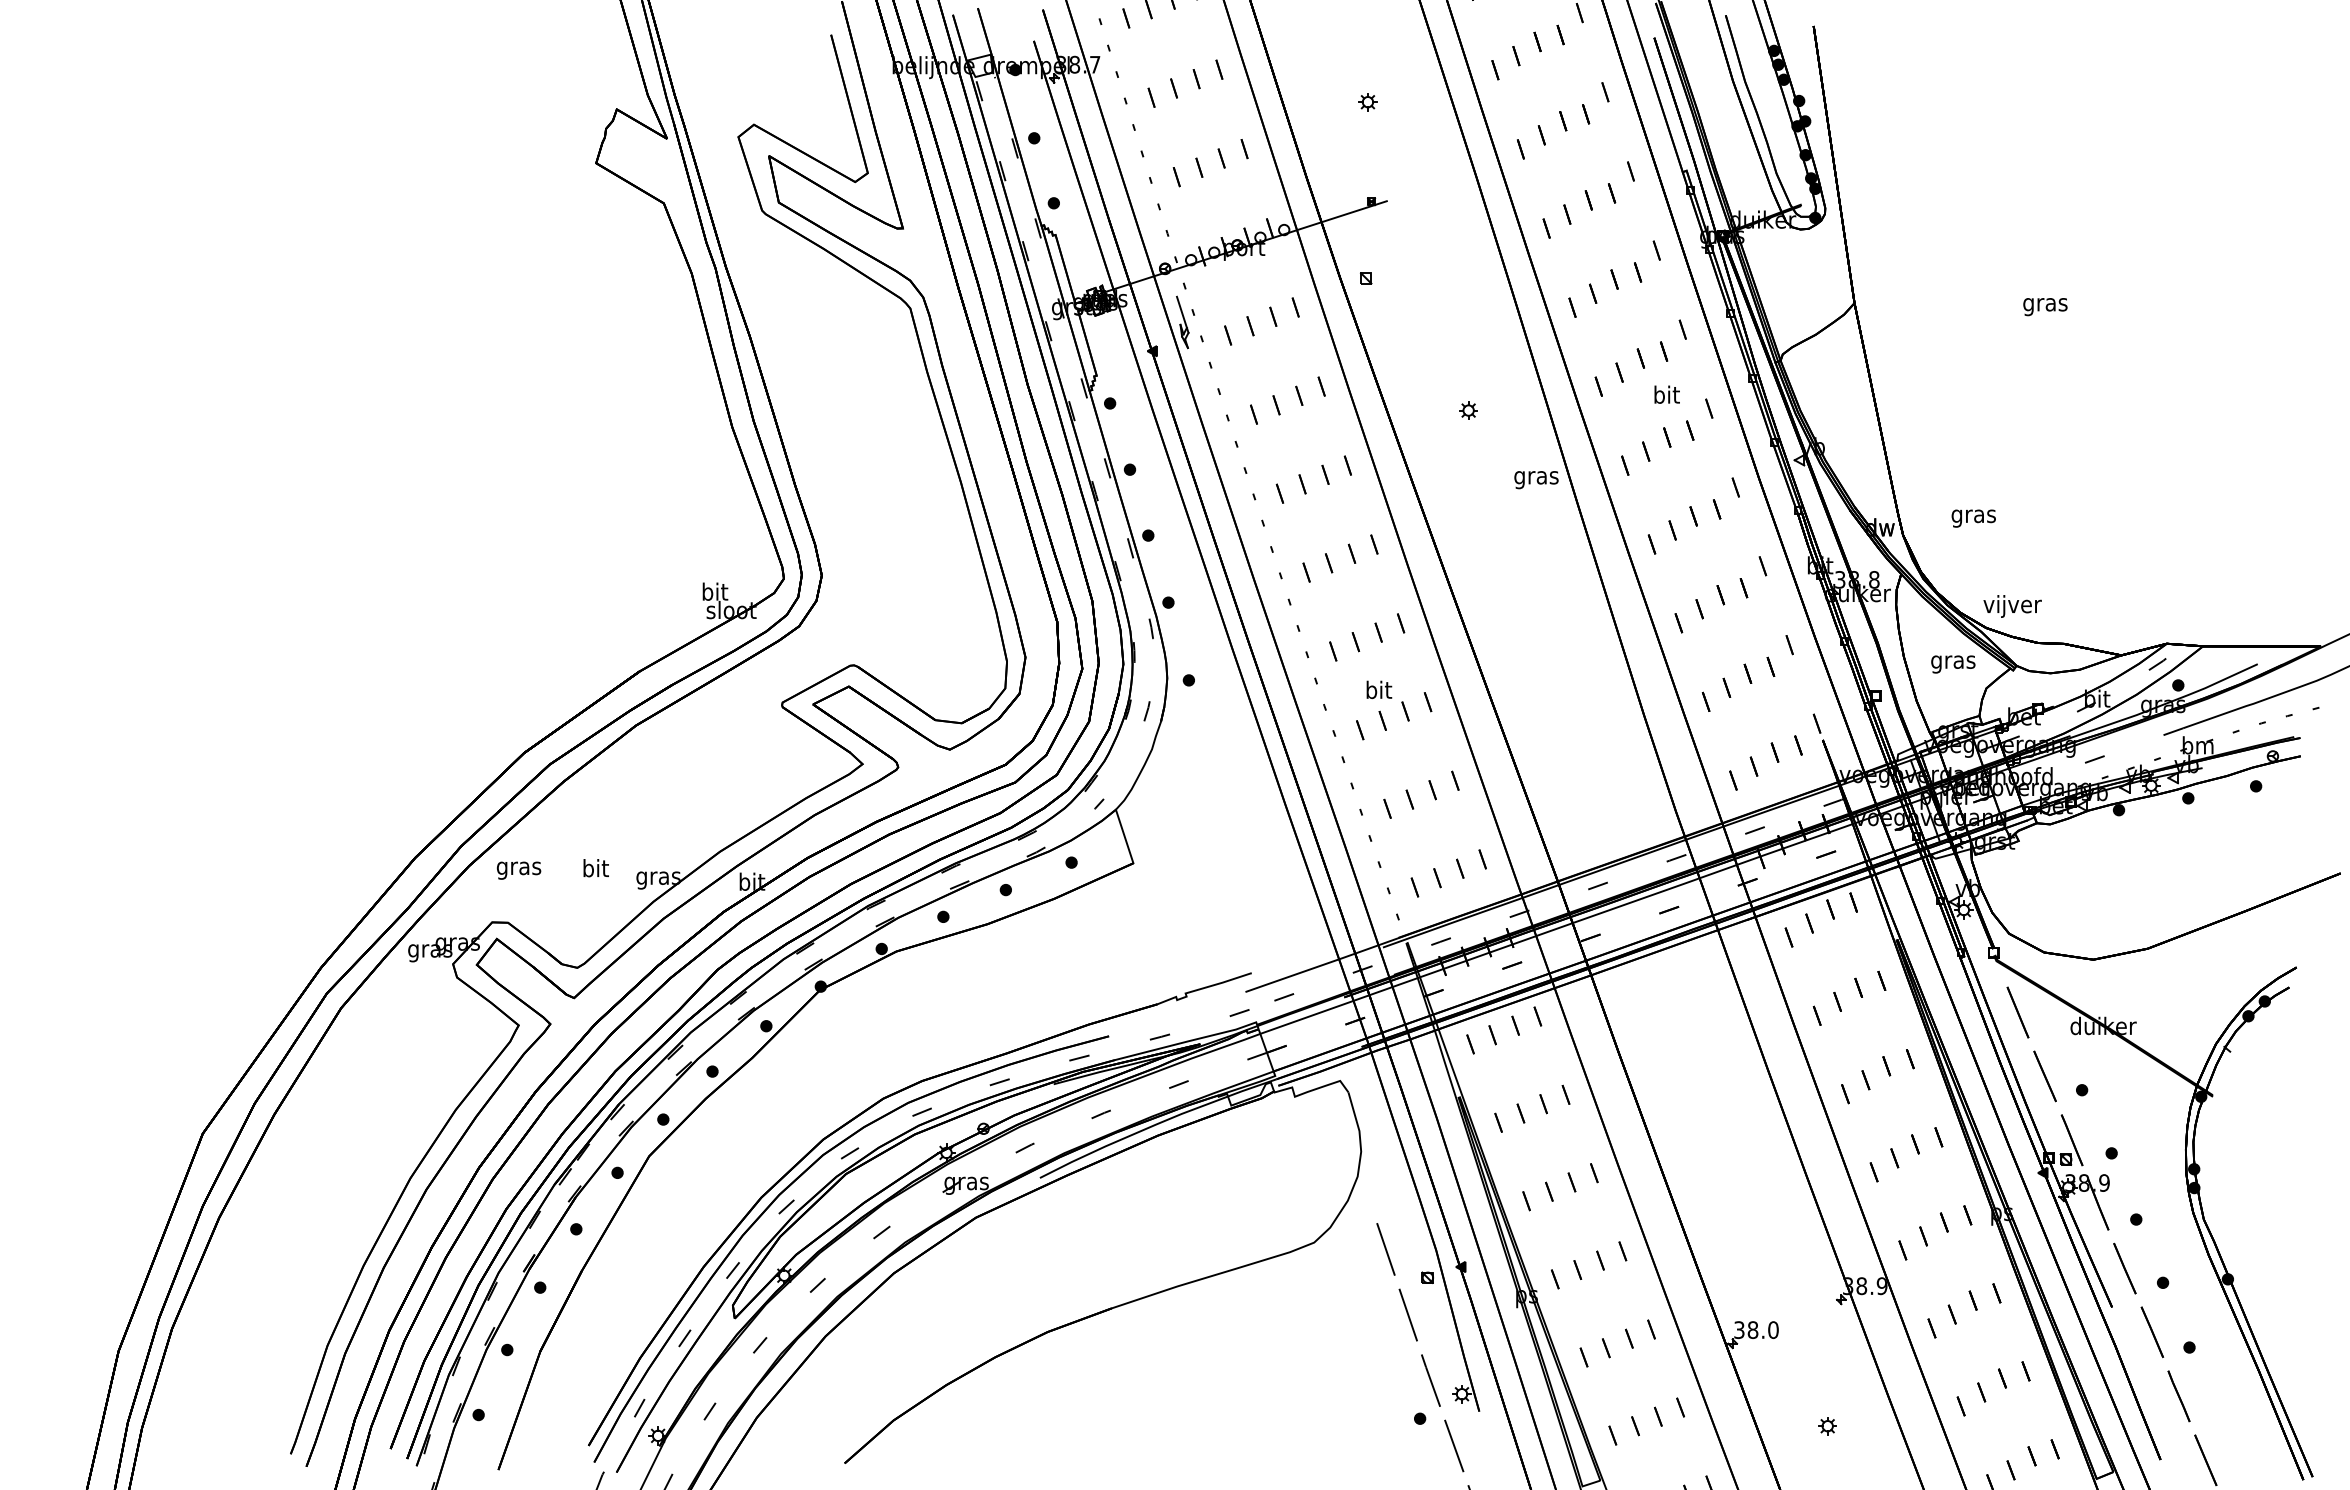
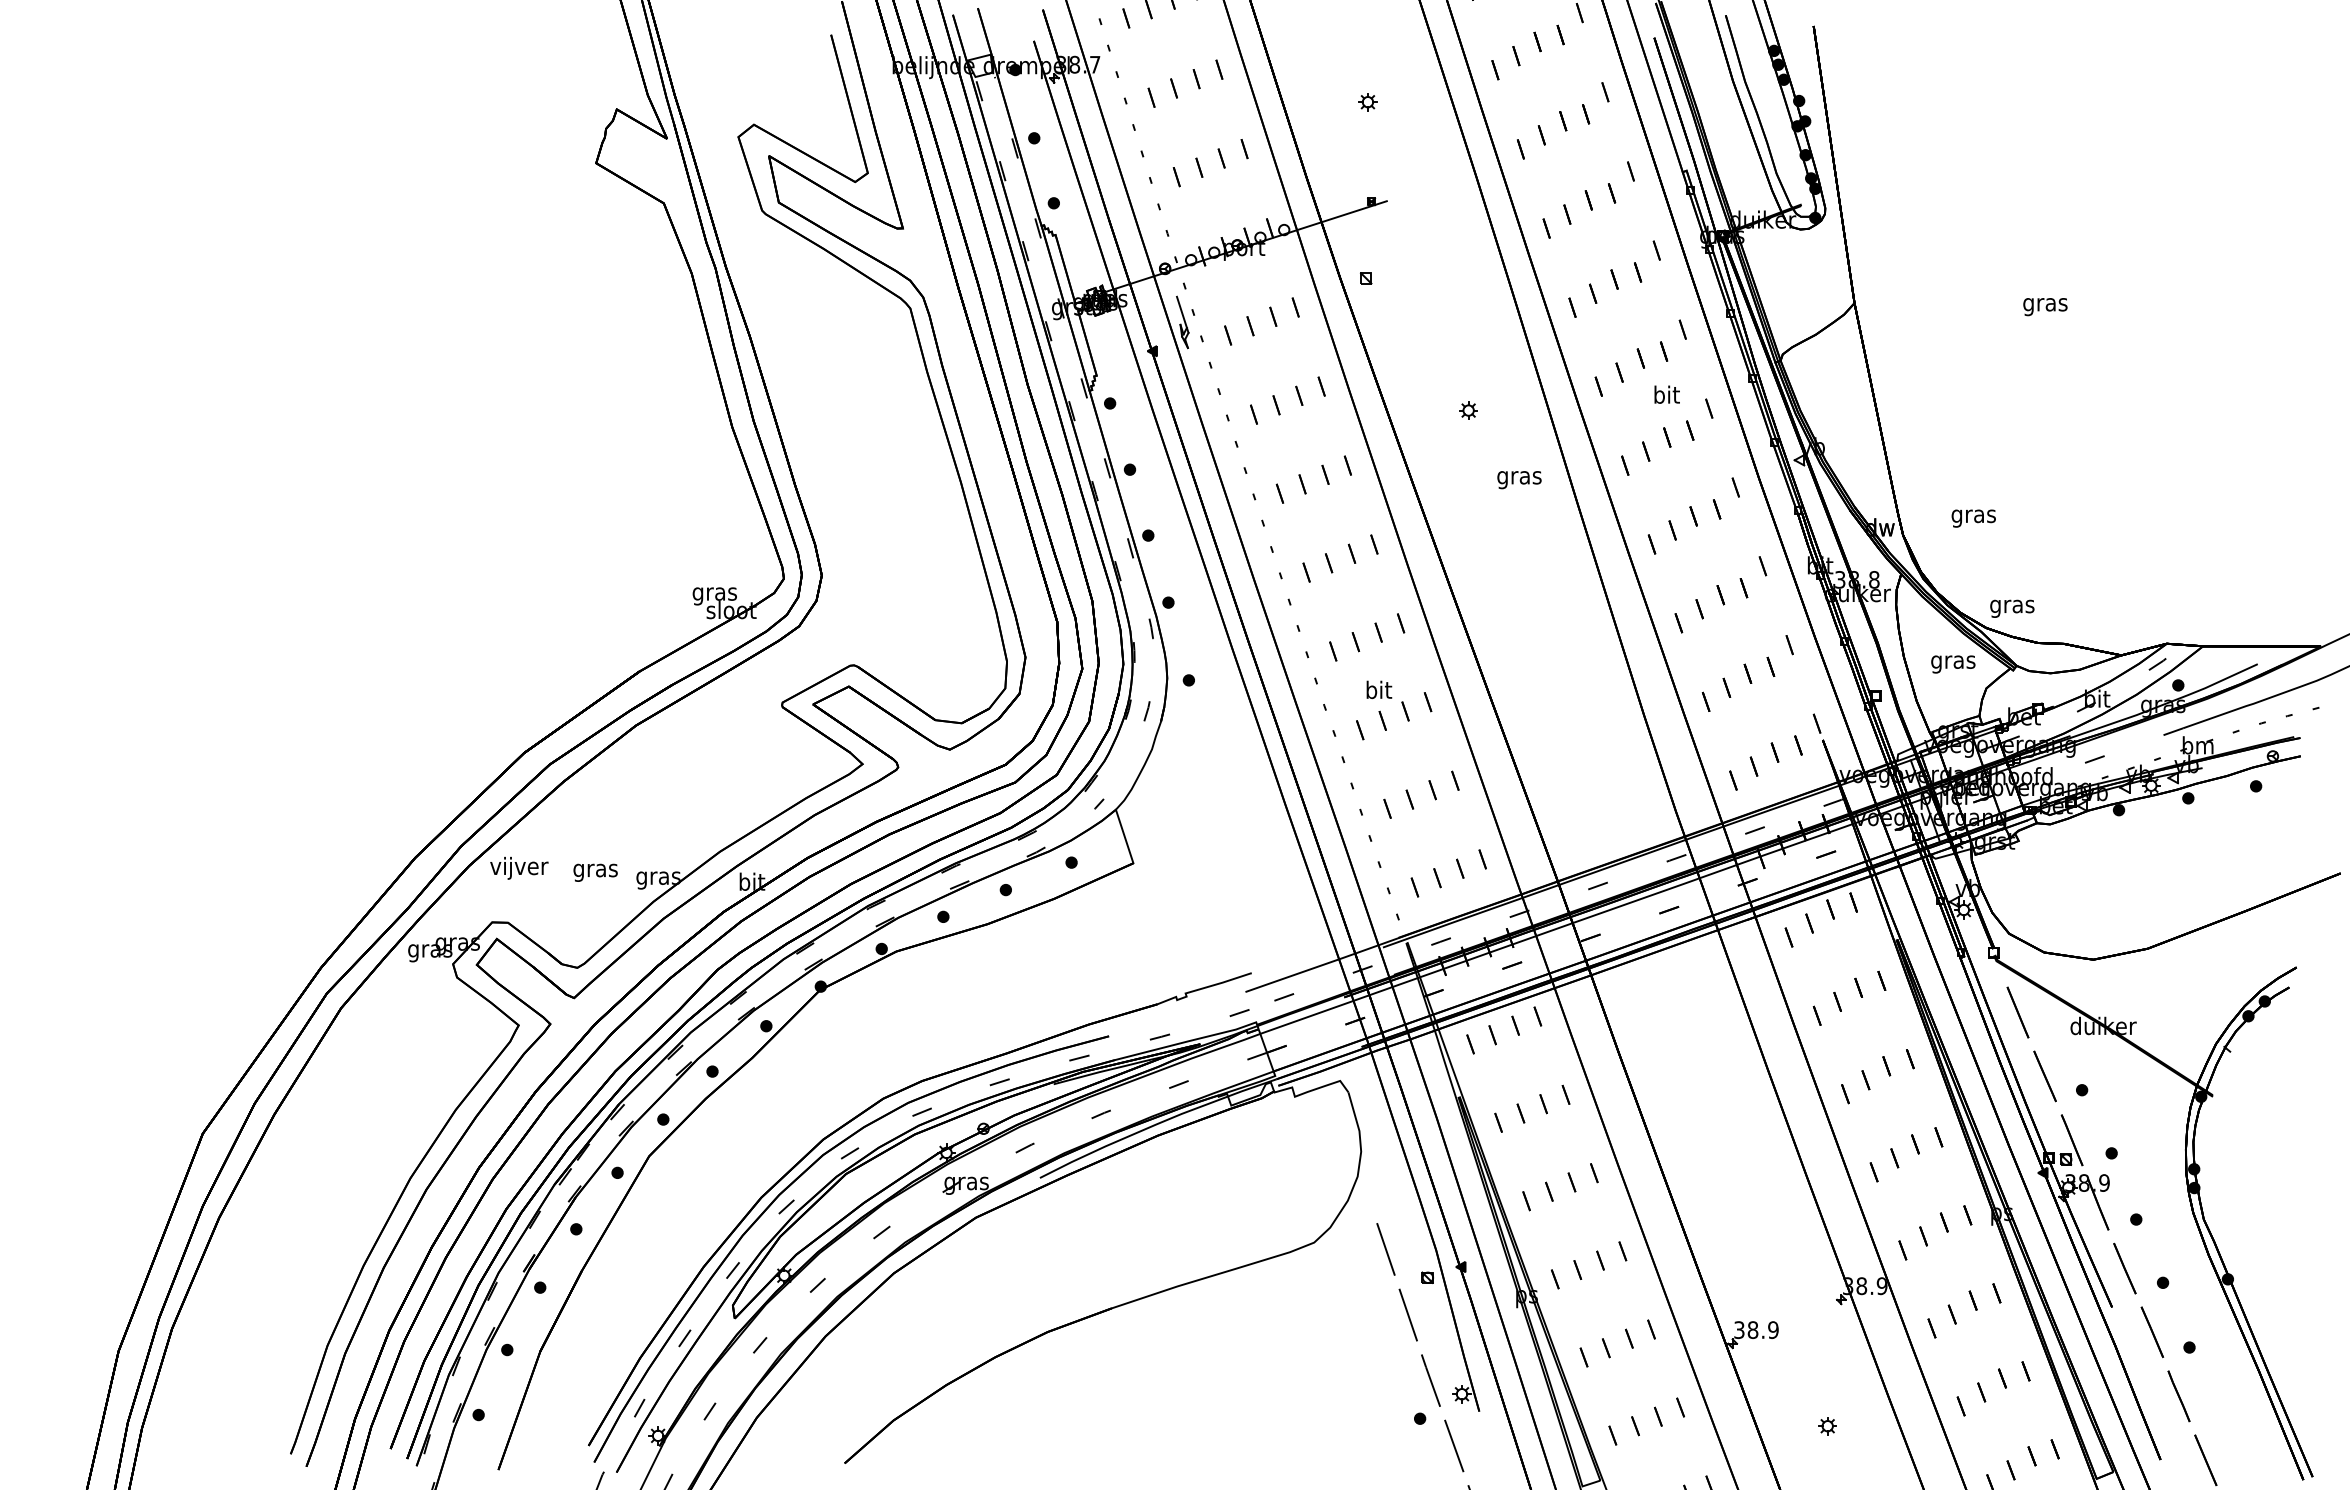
text at (1536, 480) position: (1536, 480) -> (1519, 480)
text at (714, 593): bit -> gras
text at (2012, 606): vijver -> gras
text at (519, 867): gras -> vijver
text at (595, 870): bit -> gras
text at (1773, 1329): 38.0 -> 38.9
